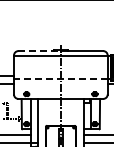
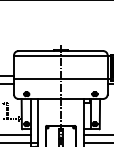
line at (40, 51): dashed -> solid
line at (60, 78): dashed -> solid
